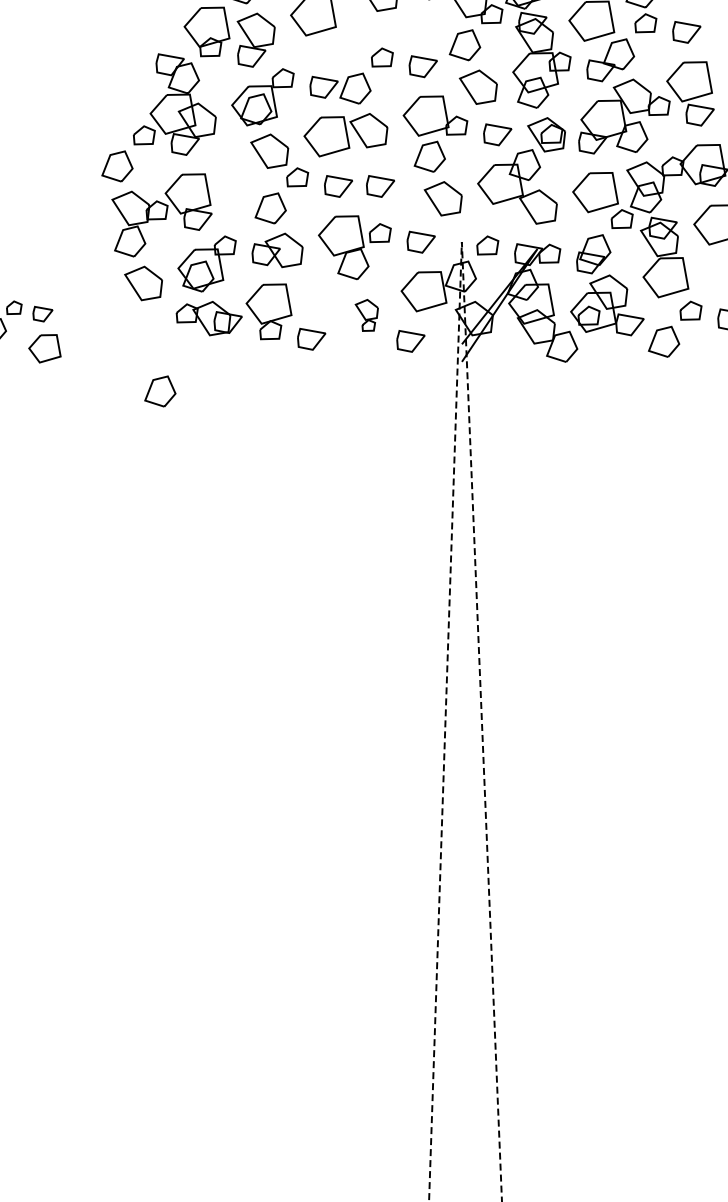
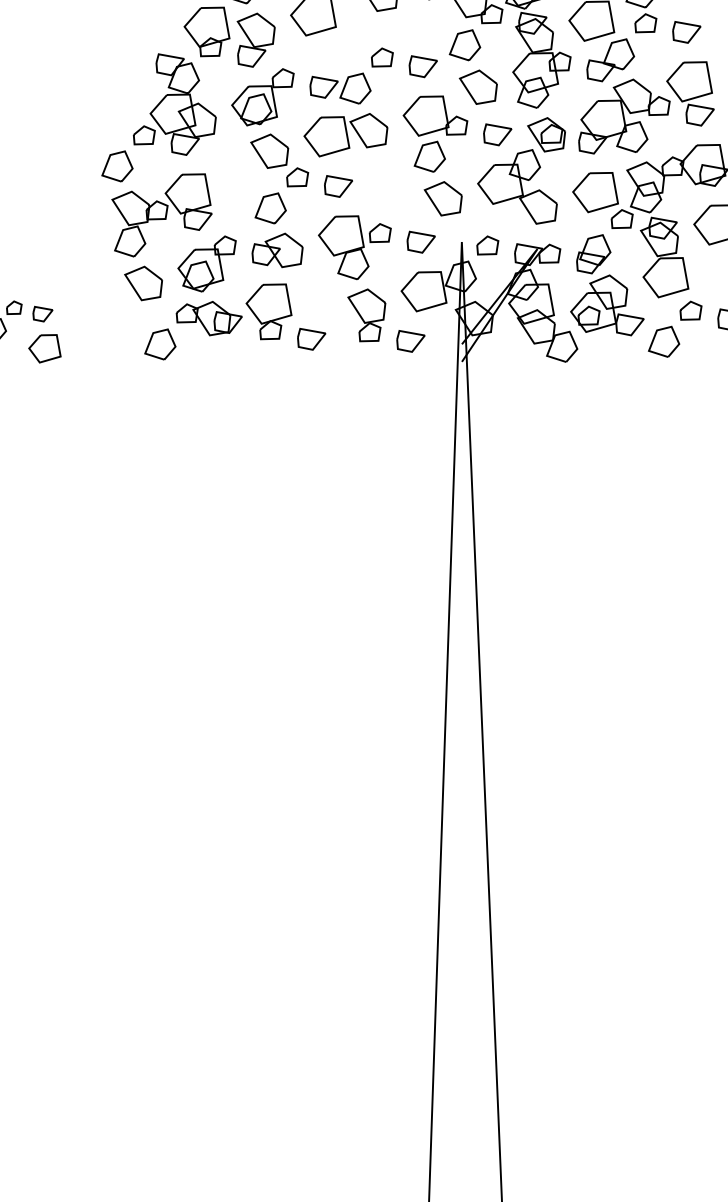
part at (380, 186): present -> none
line at (461, 242): dashed -> solid
part at (366, 315) size: 25x33 px -> 40x55 px
part at (160, 391) position: (160, 391) -> (160, 344)
